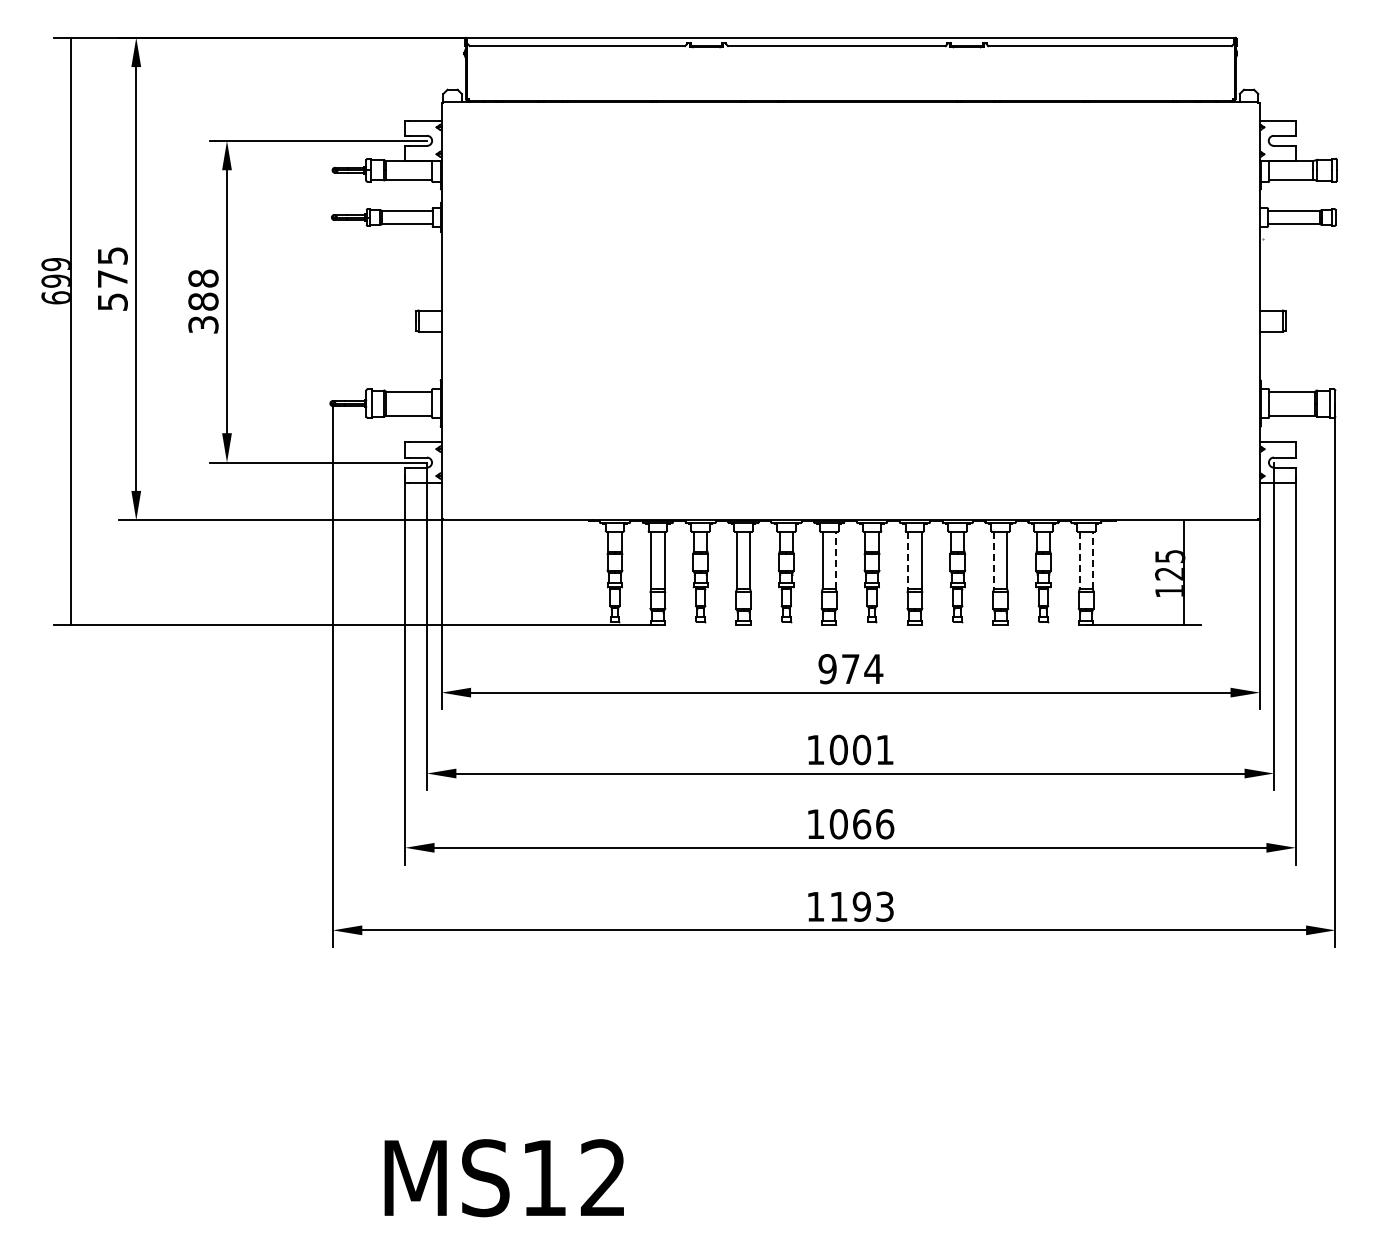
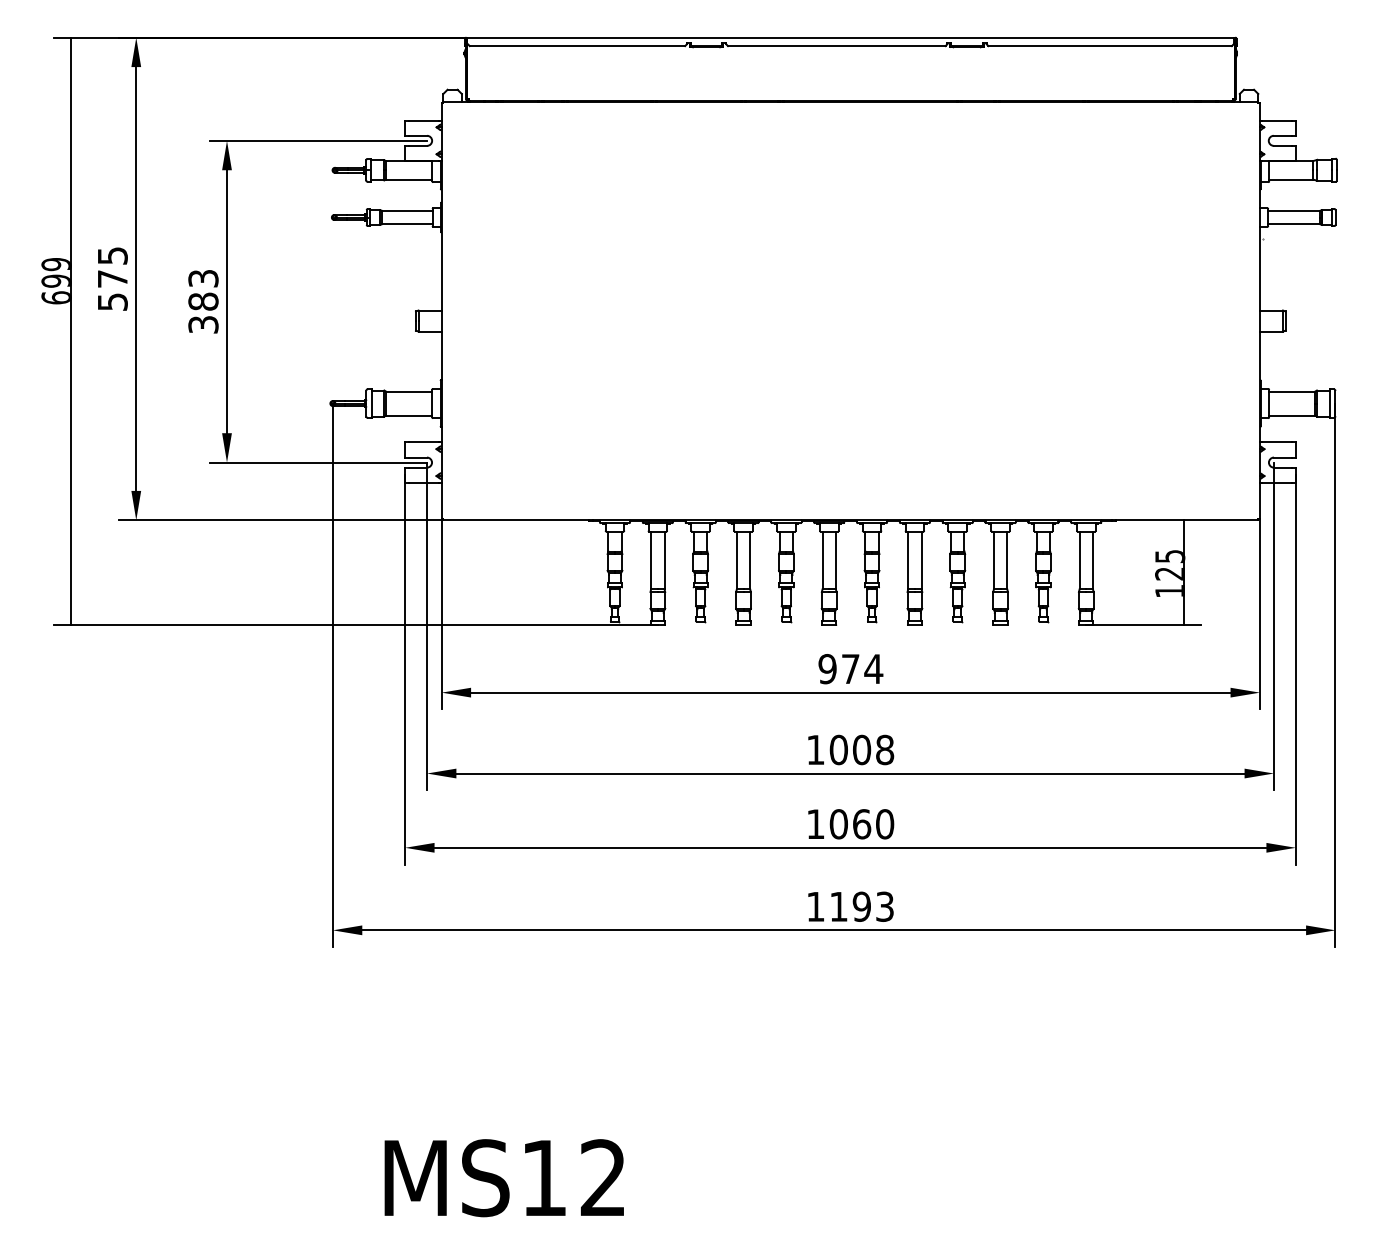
text at (203, 278): 388 -> 383
line at (835, 560): dashed -> solid
line at (908, 560): dashed -> solid
line at (993, 560): dashed -> solid
line at (1079, 560): dashed -> solid
line at (1093, 560): dashed -> solid
text at (885, 749): 1001 -> 1008
text at (885, 824): 1066 -> 1060
